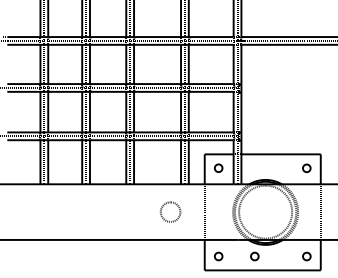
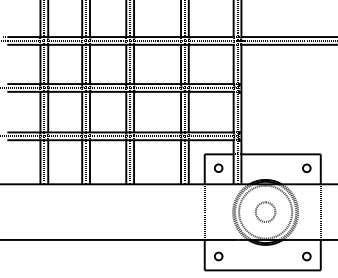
part at (170, 203) position: (170, 203) -> (265, 203)
part at (254, 256): present -> none
